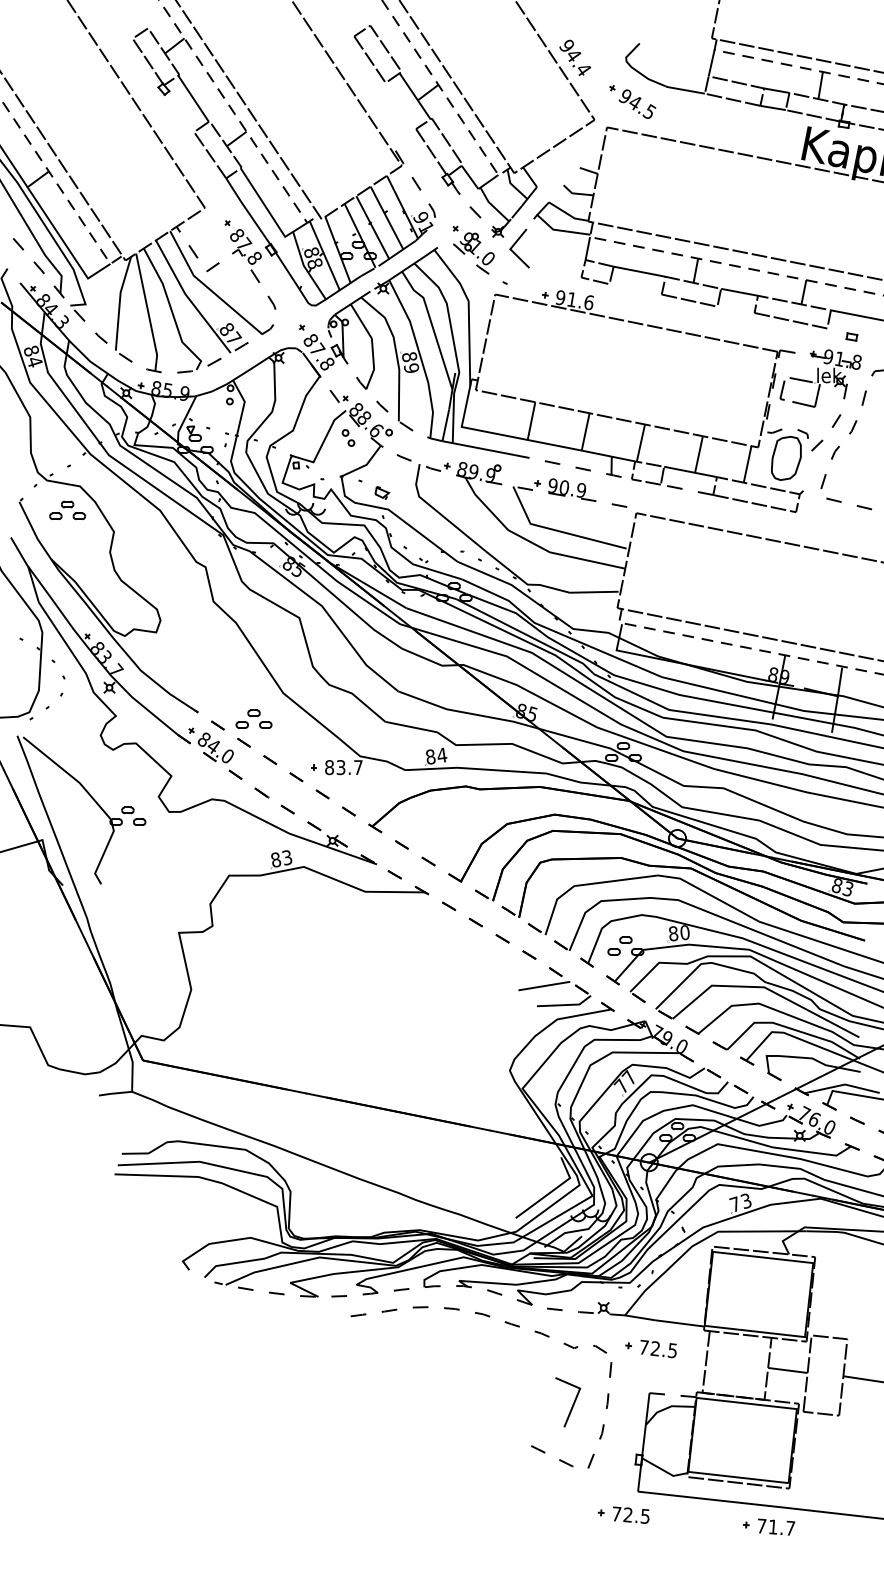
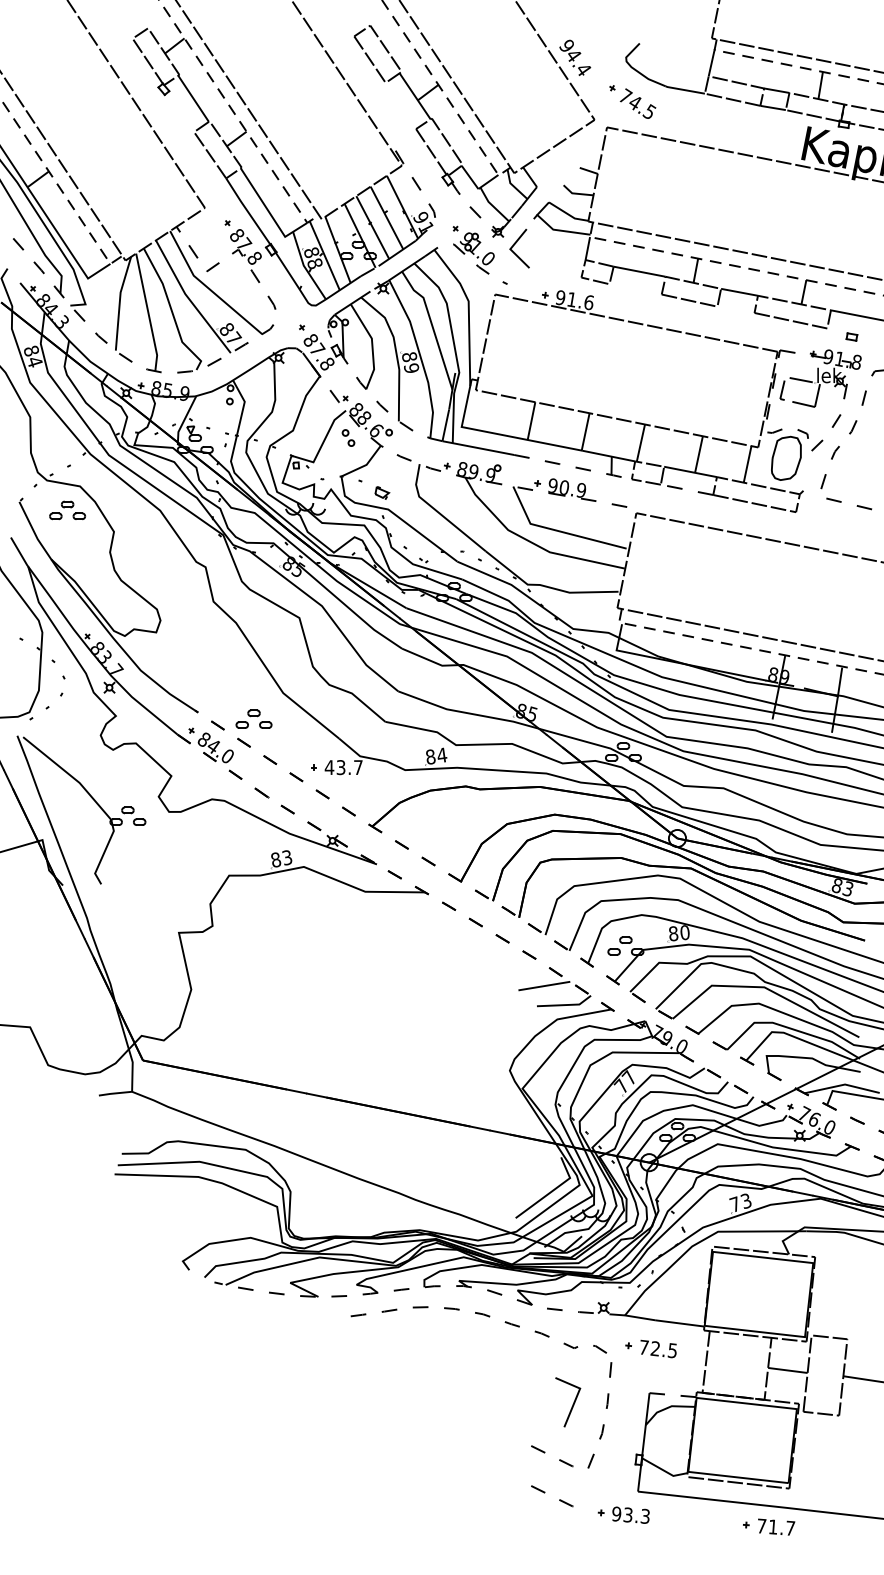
text at (625, 95): 94.5 -> 74.5
text at (329, 767): 83.7 -> 43.7
line at (559, 1499): none -> present
text at (630, 1514): 72.5 -> 93.3
